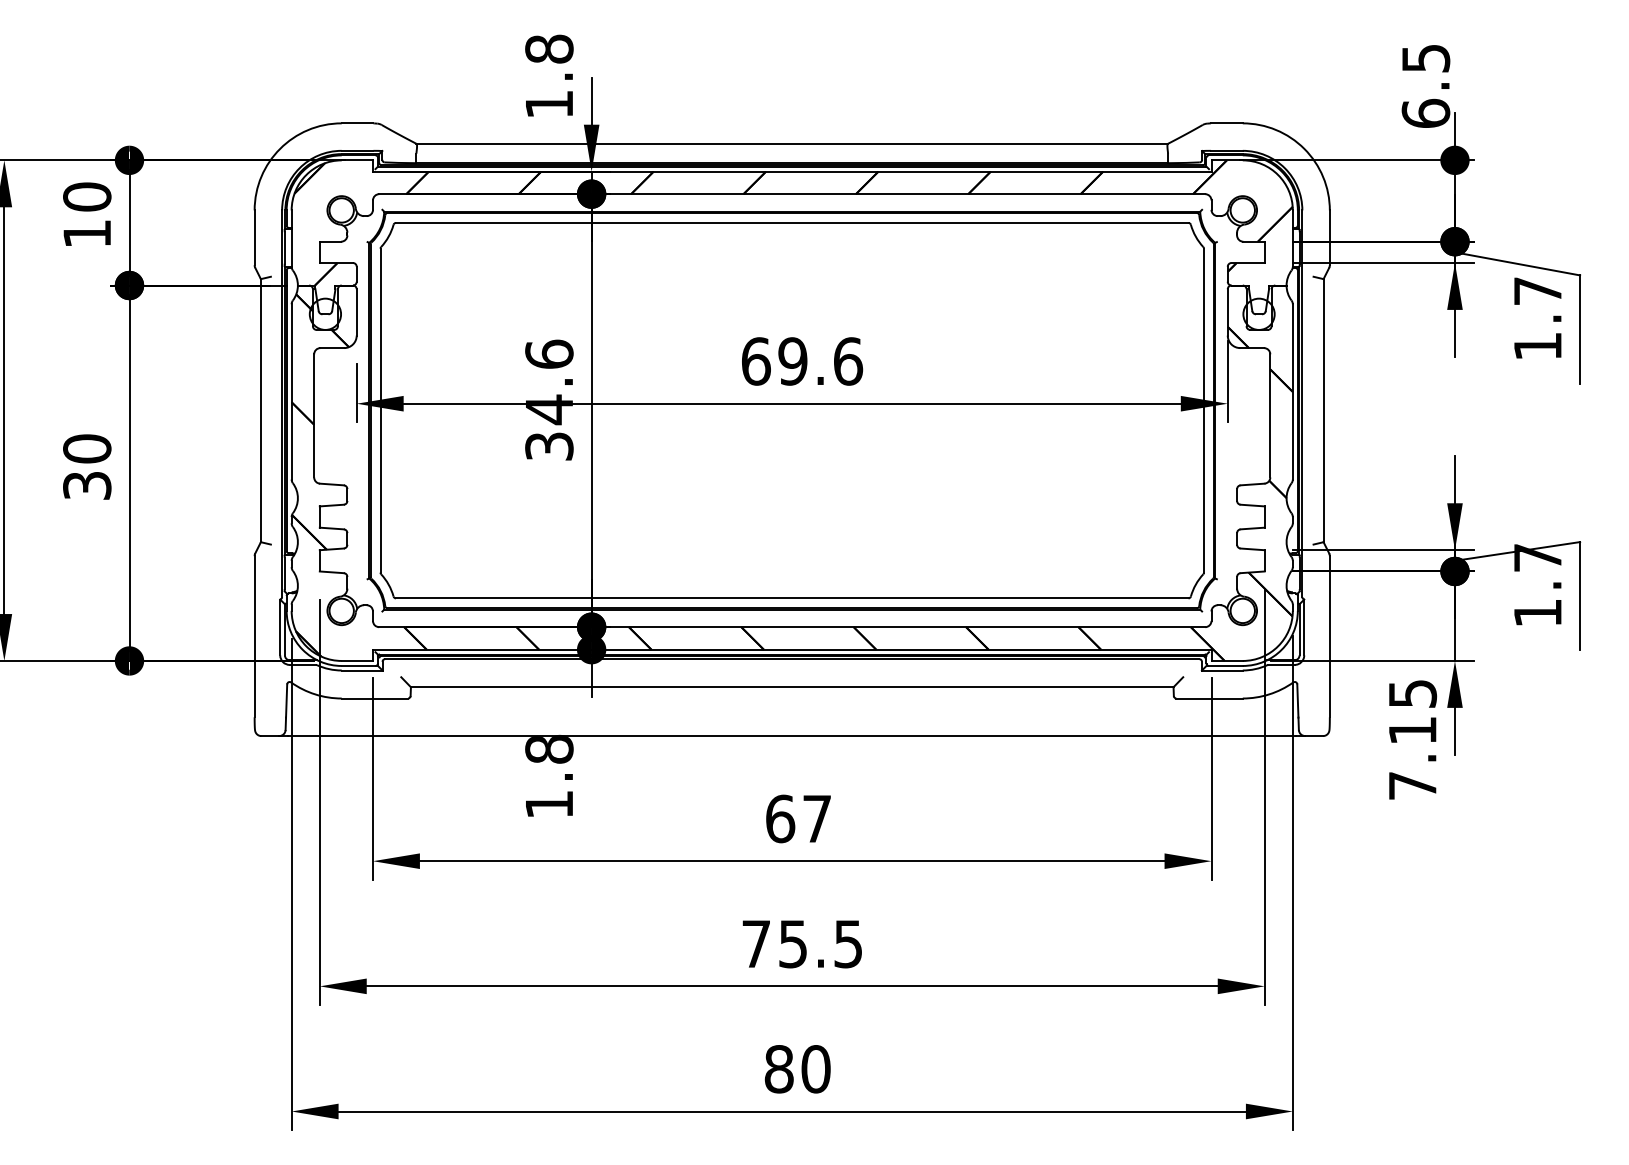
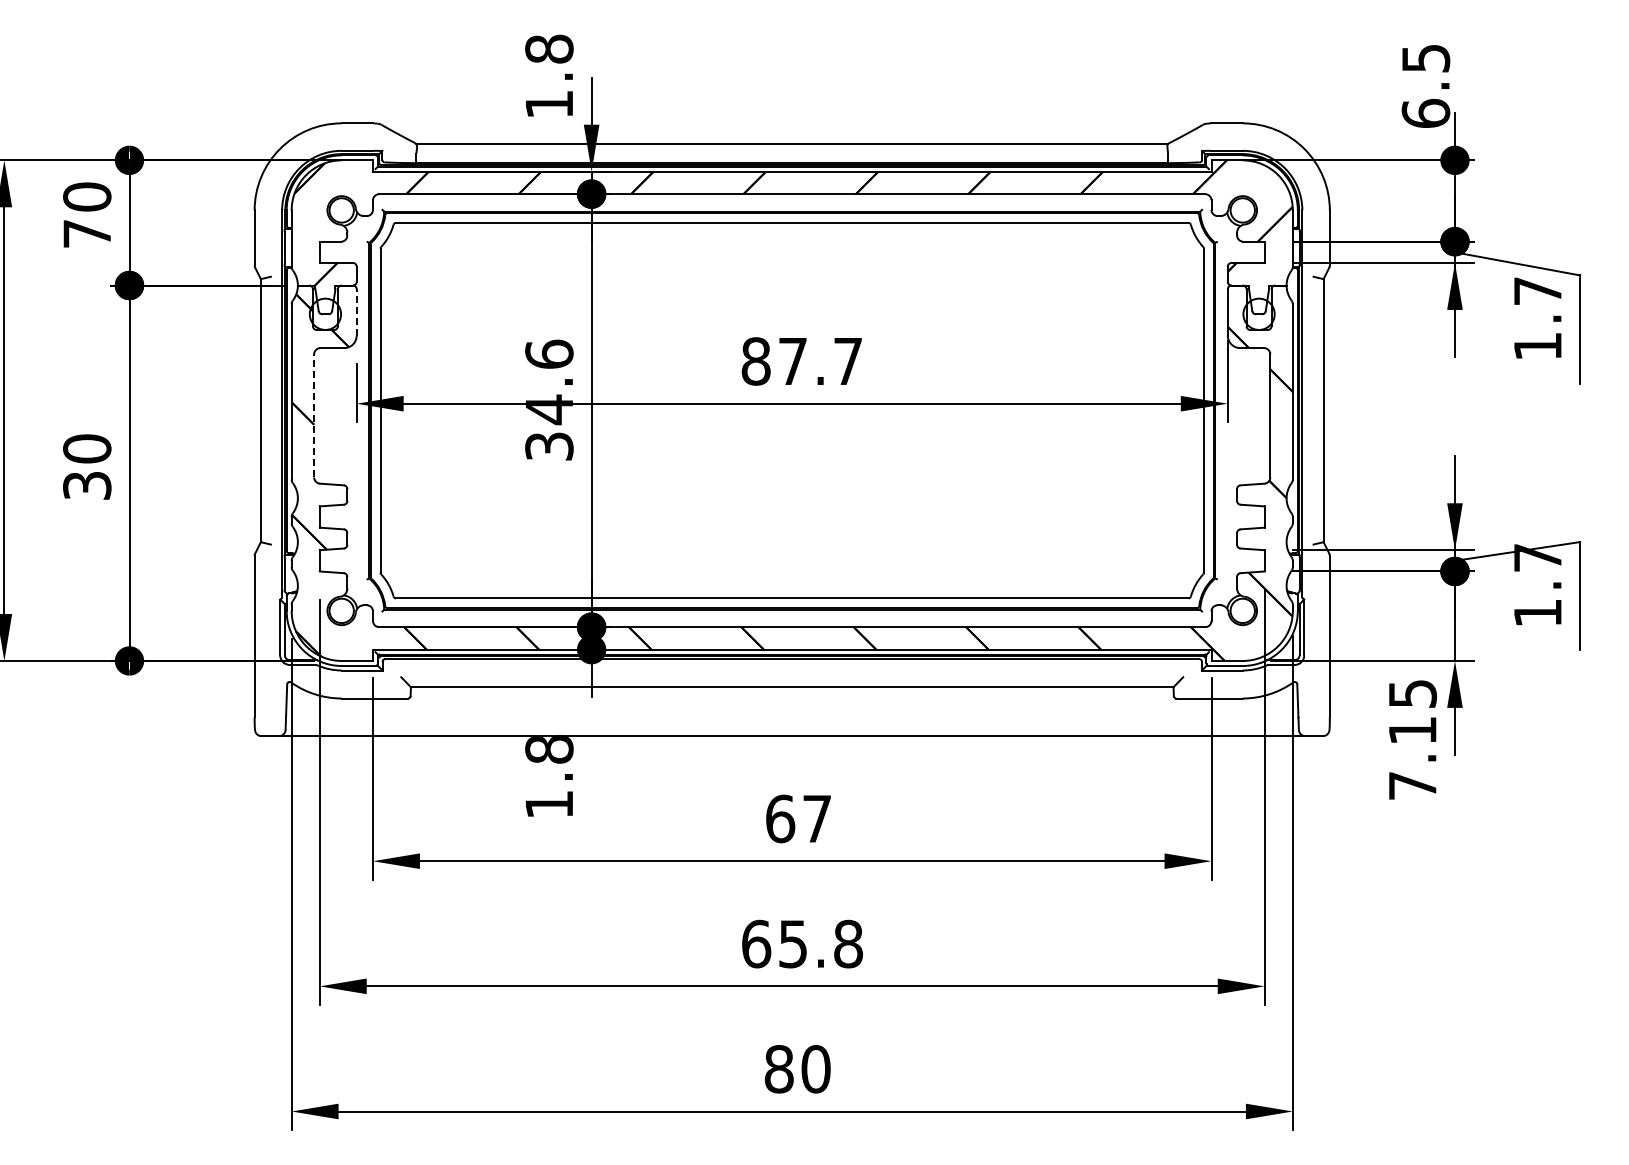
text at (86, 233): 10 -> 70
line at (356, 311): solid -> dashed
text at (802, 361): 69.6 -> 87.7
line at (314, 415): solid -> dashed
text at (802, 943): 75.5 -> 65.8
